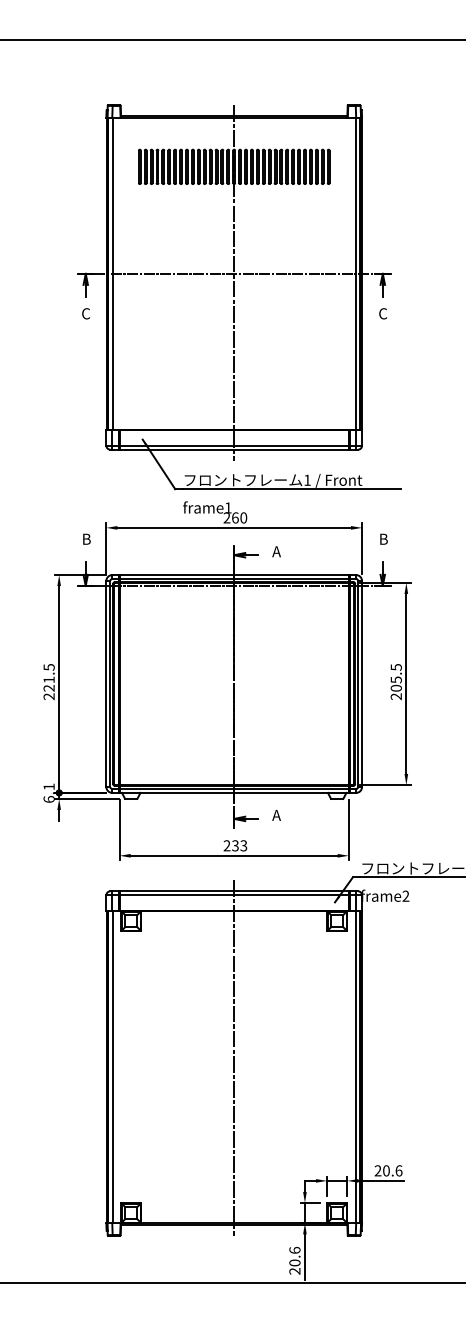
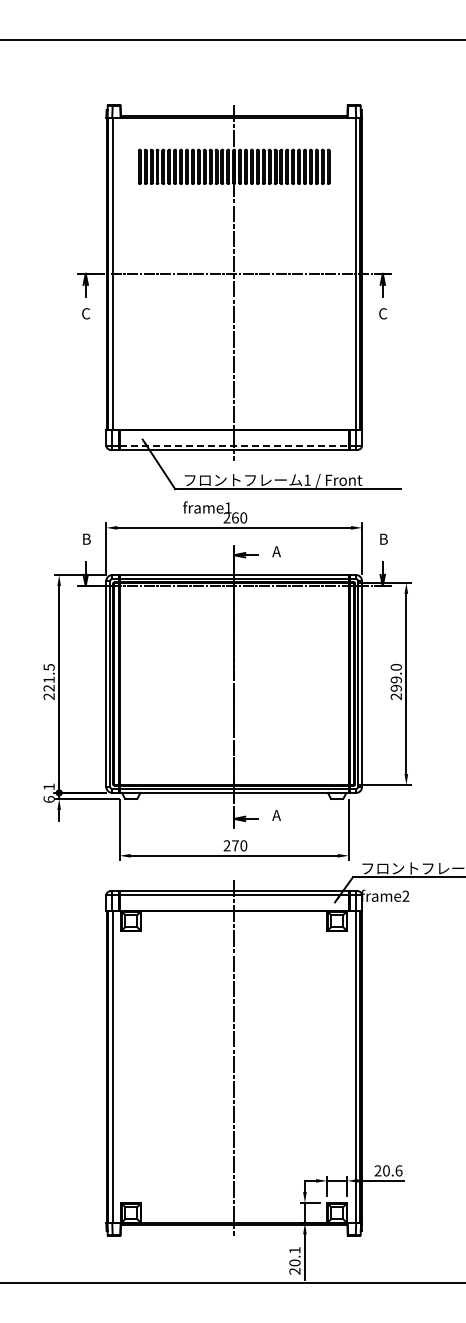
line at (234, 445): solid -> dashed
text at (395, 677): 205.5 -> 299.0
text at (239, 845): 233 -> 270
text at (294, 1249): 20.6 -> 20.1
